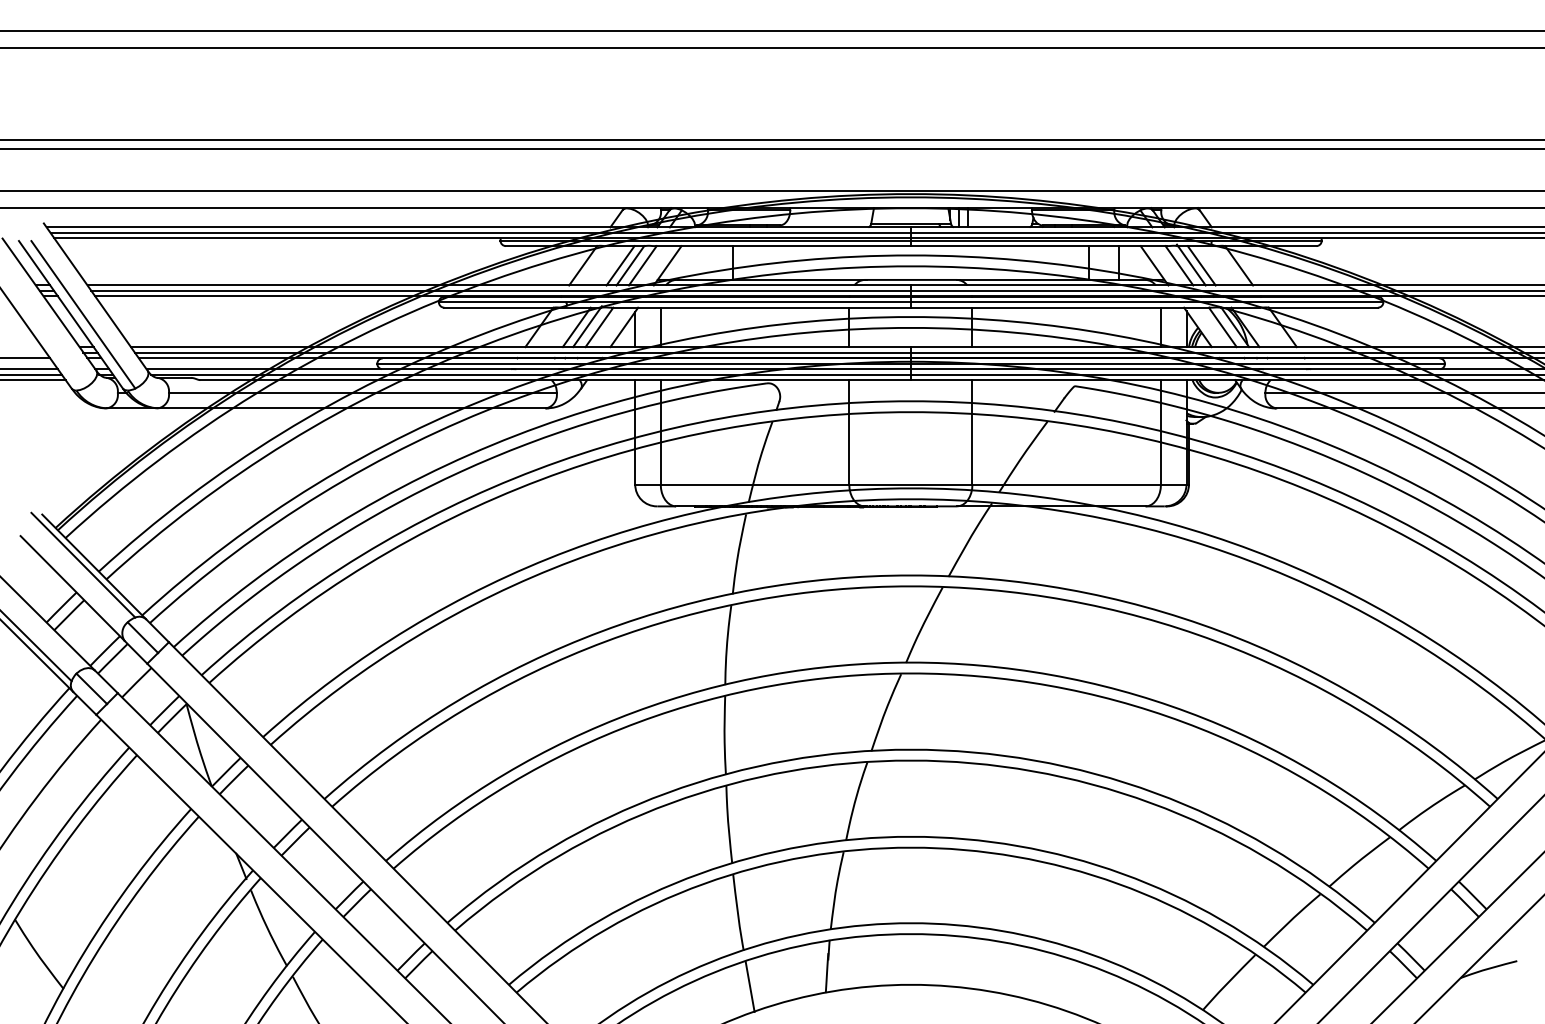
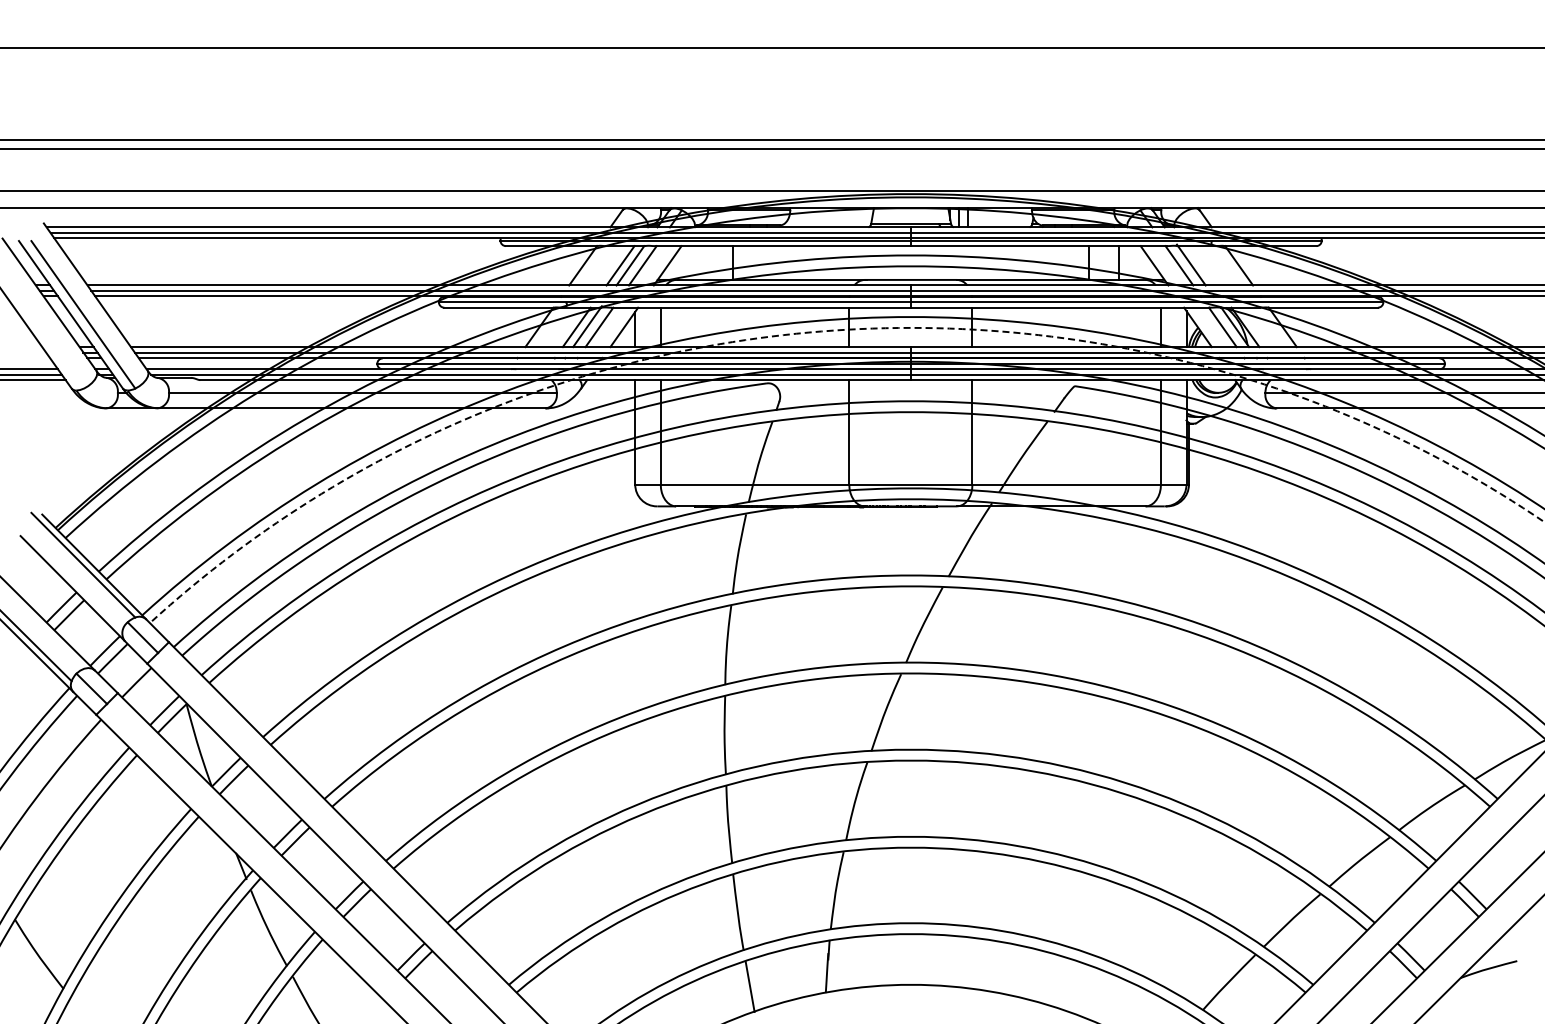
line at (771, 30): present -> none
line at (1201, 265): present -> none
arc at (829, 330): solid -> dashed
line at (25, 357): present -> none
